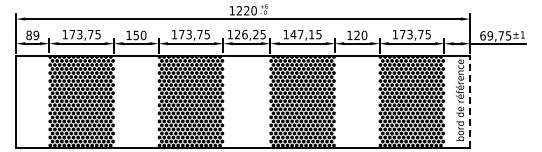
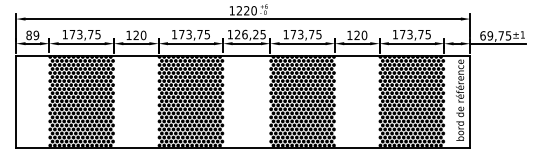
text at (302, 34): 147,15 -> 173,75
text at (135, 35): 150 -> 120
line at (470, 101): dashed -> solid
